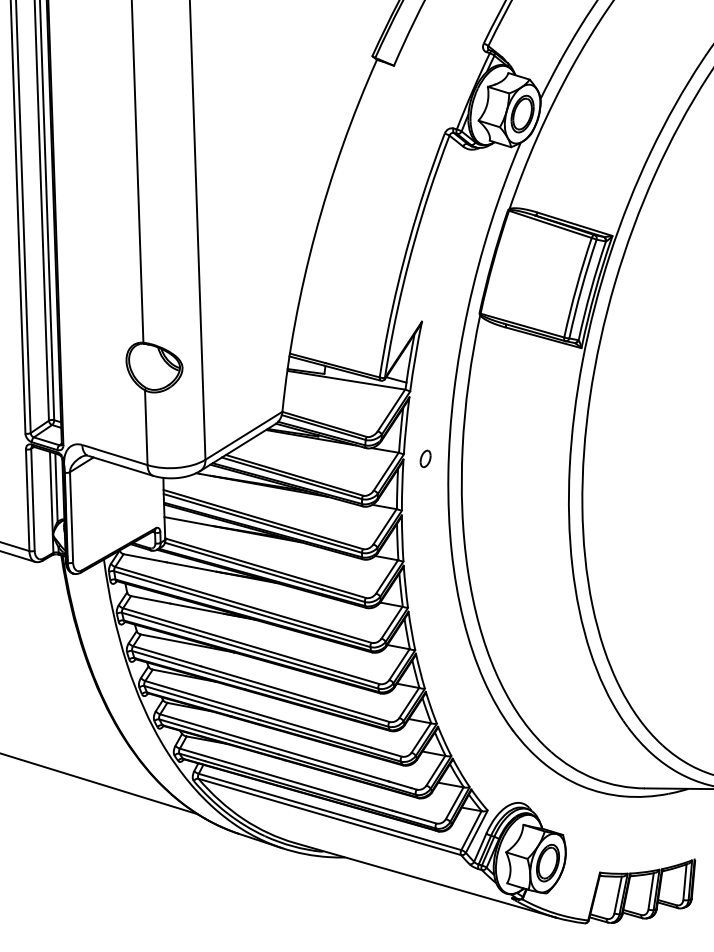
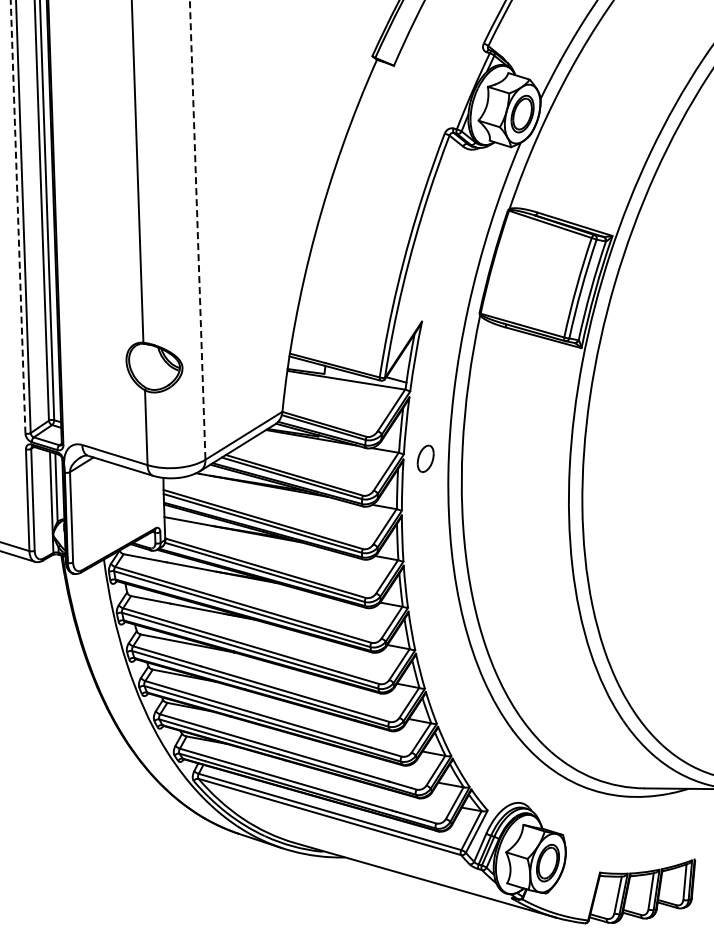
line at (18, 216): solid -> dashed
line at (197, 230): solid -> dashed
part at (425, 458) size: 13x20 px -> 19x29 px
line at (99, 784): present -> none
